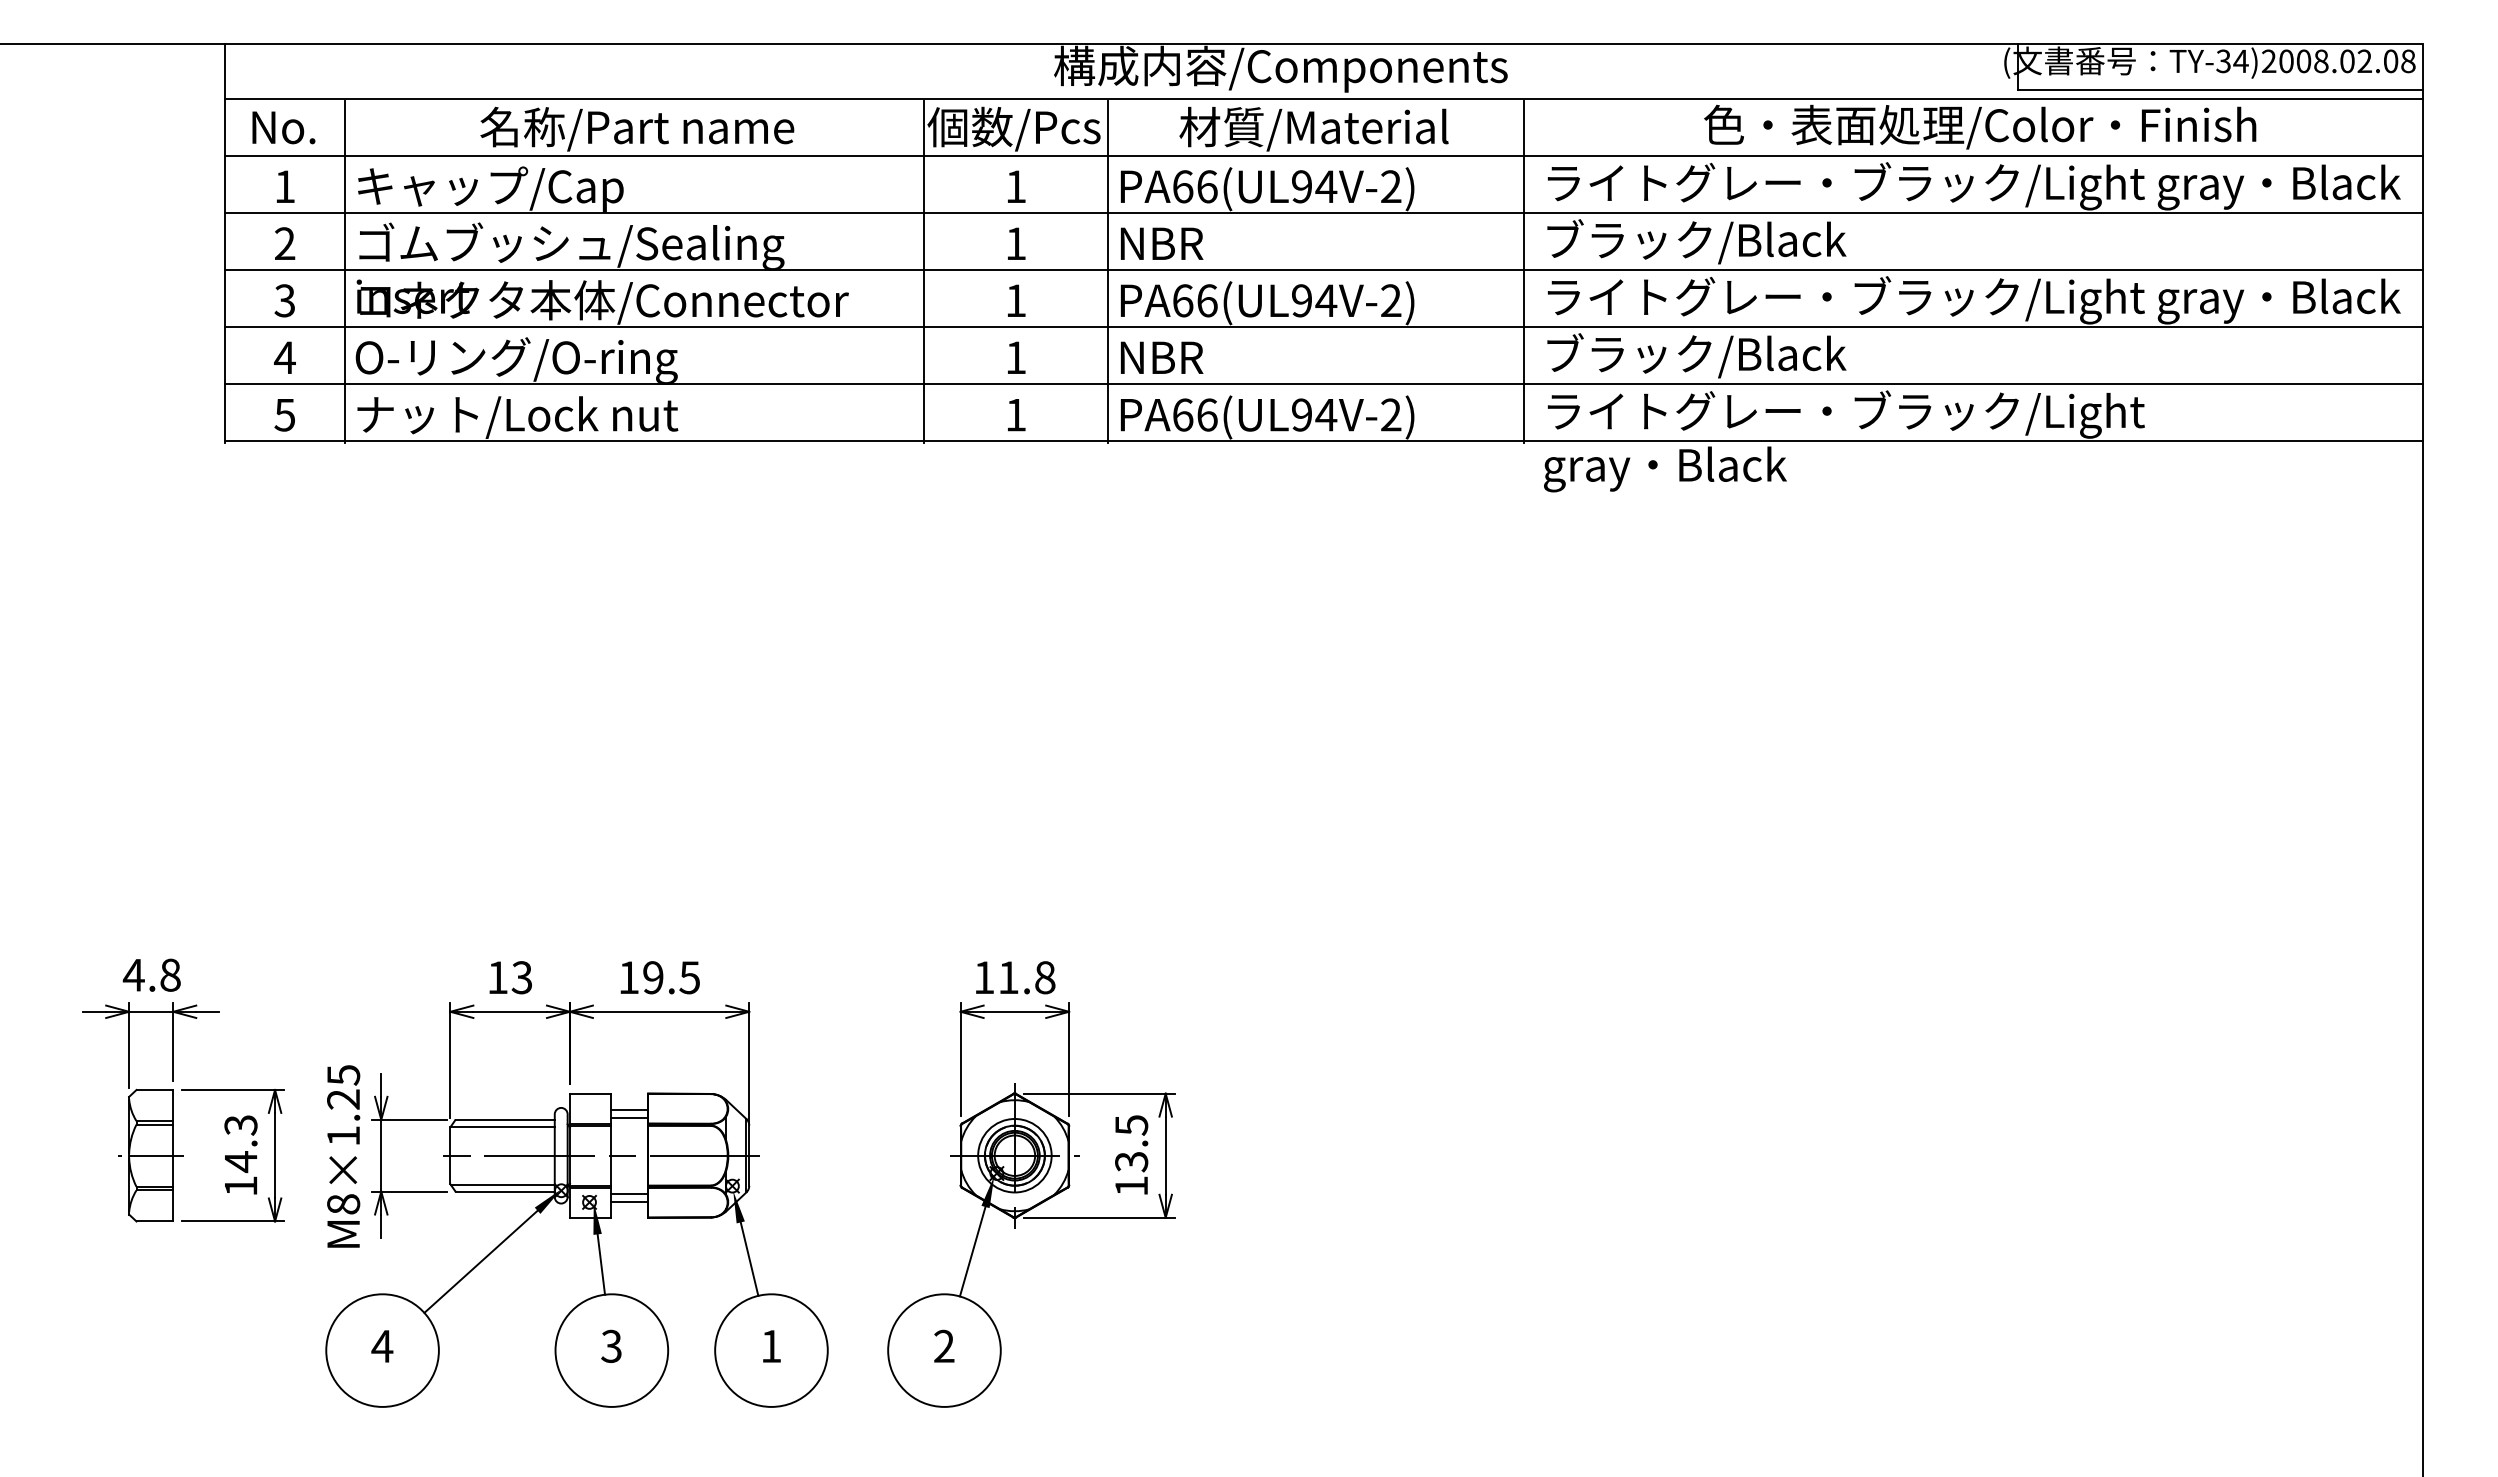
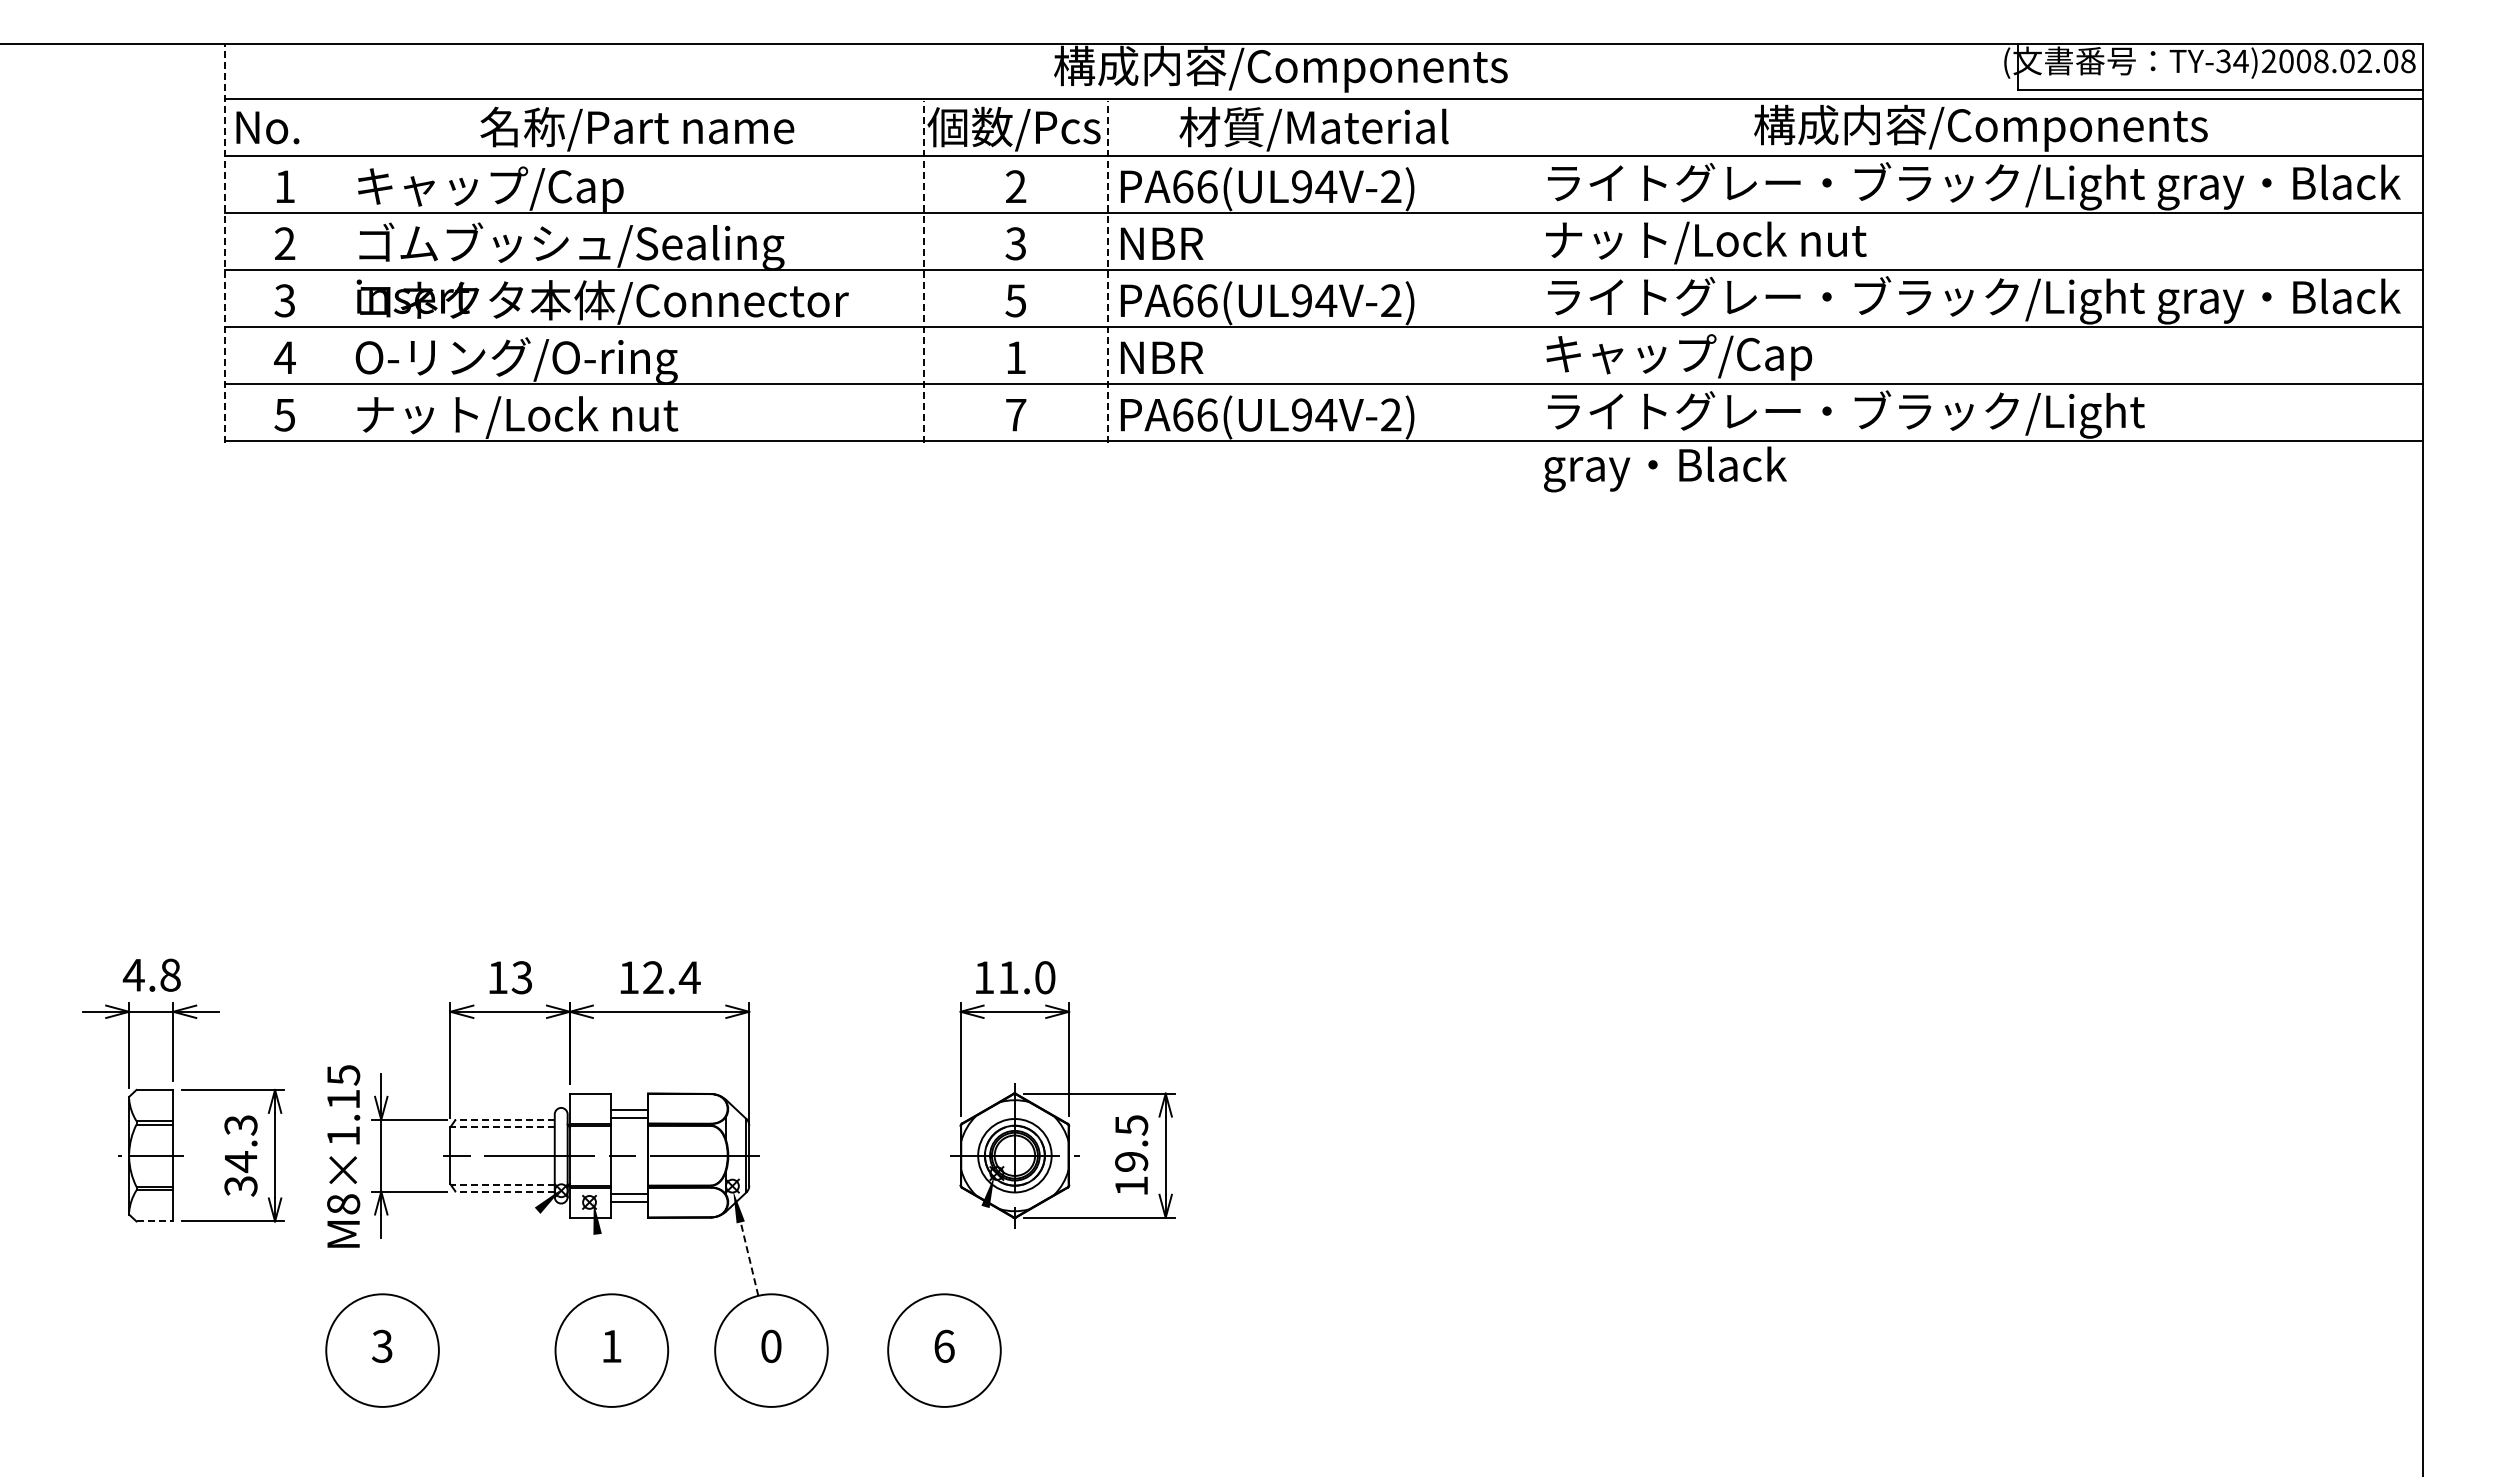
text at (283, 127) position: (283, 127) -> (267, 127)
text at (1980, 127): 色・表面処理/Color・Finish -> 構成内容/Components
text at (1016, 186): 1 -> 2
text at (1706, 241): ブラック/Black -> ナット/Lock nut
line at (225, 243): solid -> dashed
text at (1015, 243): 1 -> 3
line at (344, 271): present -> none
line at (924, 271): solid -> dashed
line at (1108, 271): solid -> dashed
line at (1524, 271): present -> none
text at (1015, 300): 1 -> 5
text at (1696, 356): ブラック/Black -> キャップ/Cap
text at (1016, 415): 1 -> 7
text at (671, 977): 19.5 -> 12.4
text at (1045, 977): 11.8 -> 11.0
text at (343, 1099): M8×1.25 -> M8×1.15
line at (504, 1119): solid -> dashed
line at (502, 1126): solid -> dashed
text at (1131, 1162): 13.5 -> 19.5
line at (502, 1184): solid -> dashed
text at (240, 1186): 14.3 -> 34.3
line at (504, 1191): solid -> dashed
line at (155, 1221): solid -> dashed
line at (972, 1251): present -> none
line at (749, 1259): solid -> dashed
line at (480, 1261): present -> none
line at (601, 1264): present -> none
text at (382, 1346): 4 -> 3
text at (611, 1346): 3 -> 1
text at (771, 1346): 1 -> 0
text at (944, 1346): 2 -> 6
